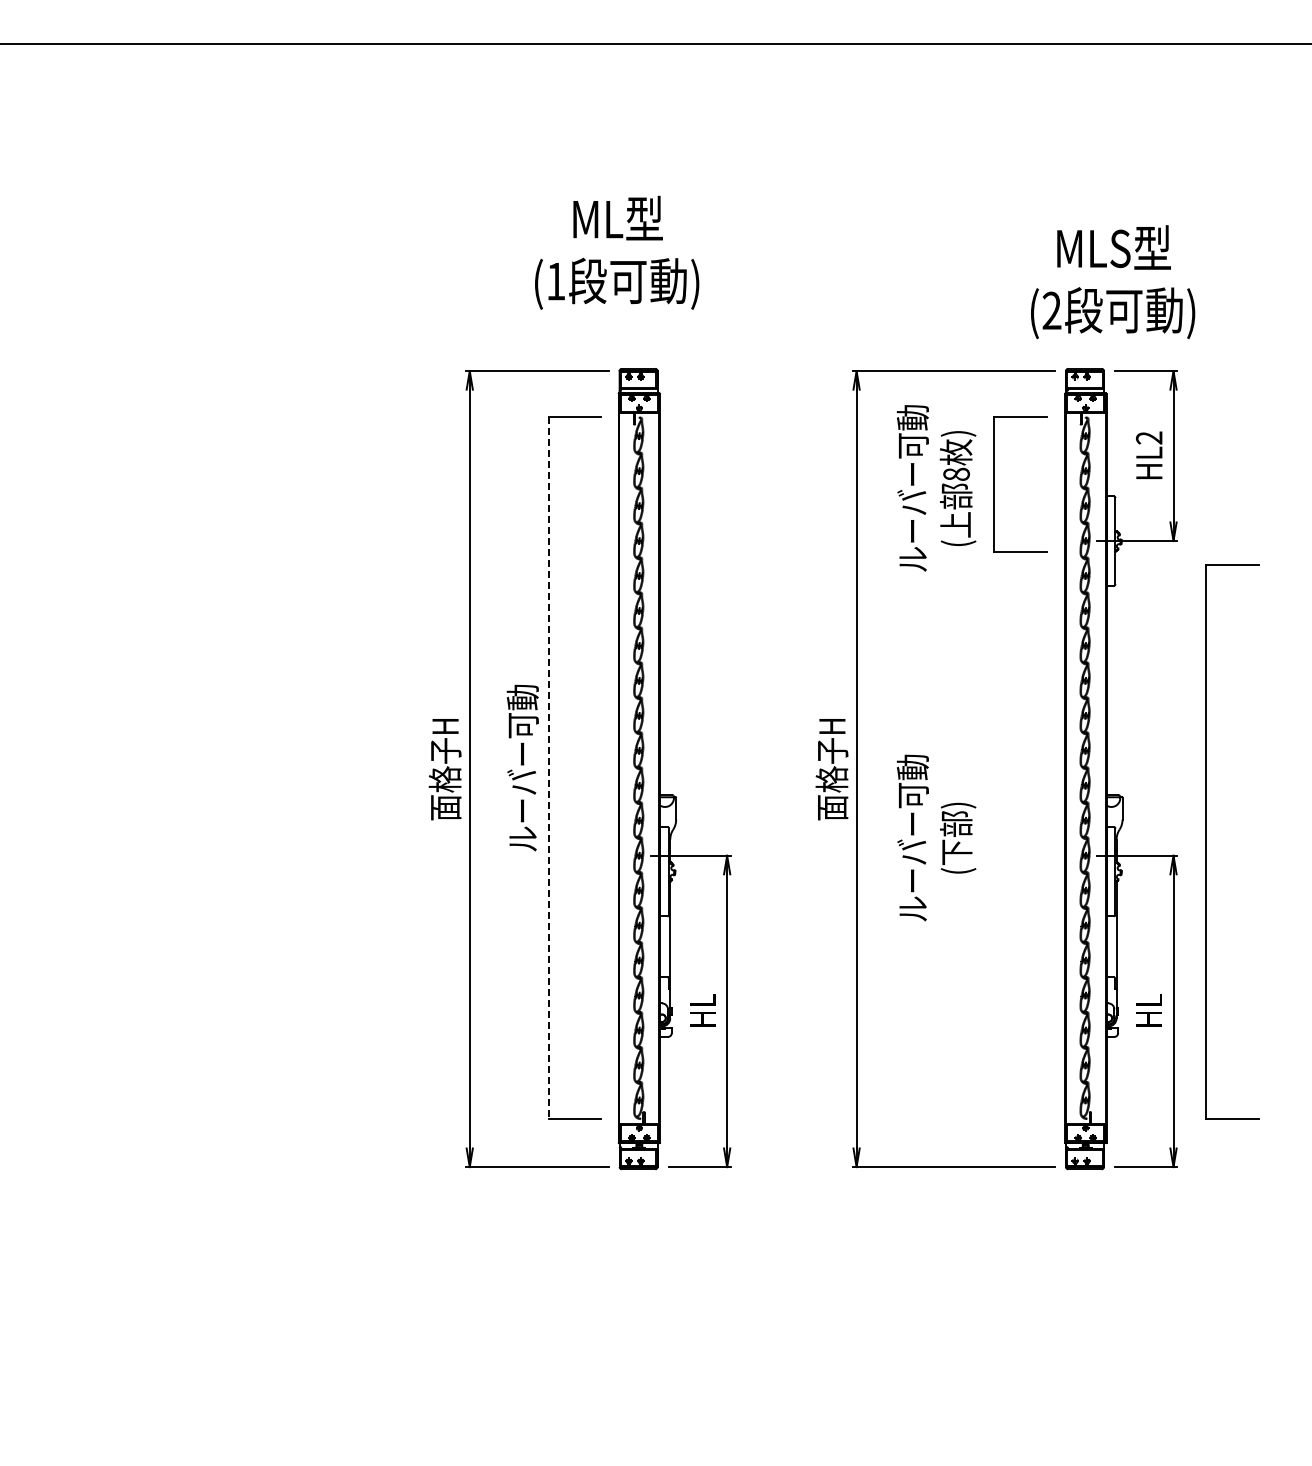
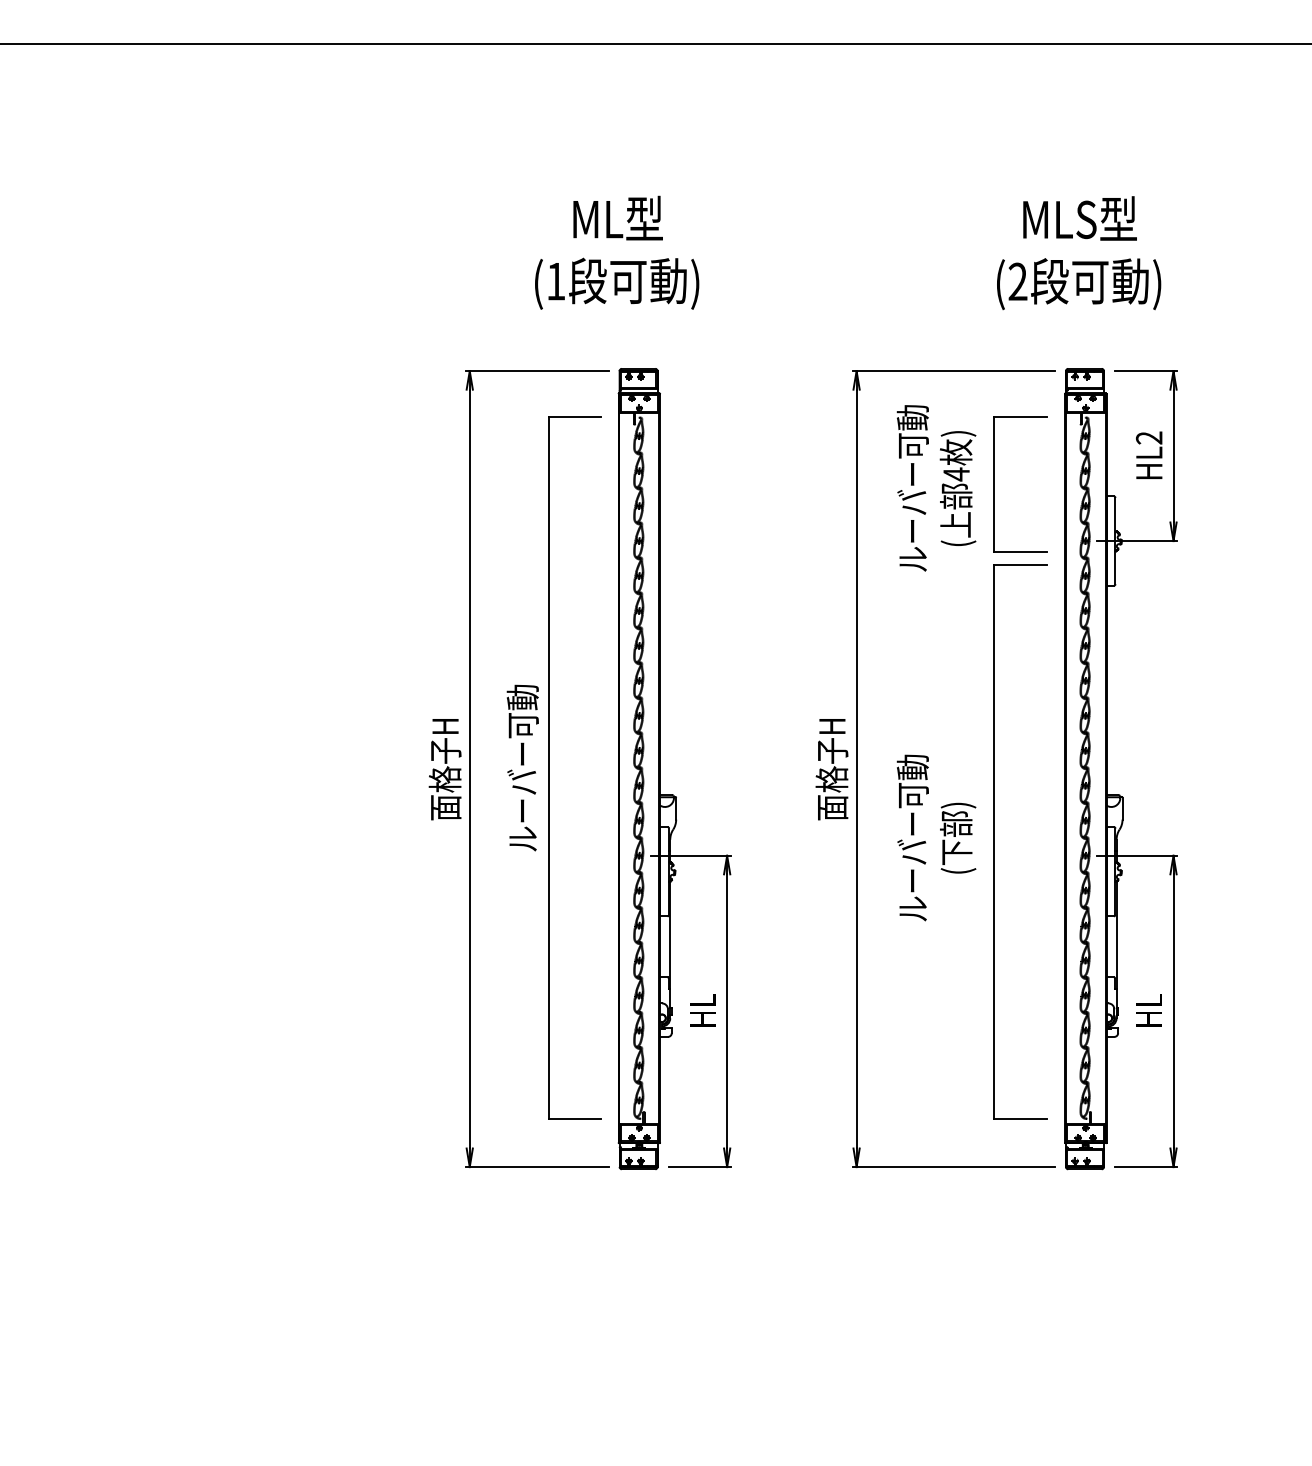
text at (1113, 282) position: (1113, 282) -> (1079, 253)
text at (956, 474): 8 -> 4
line at (549, 768): dashed -> solid
part at (1206, 841) position: (1206, 841) -> (994, 841)
